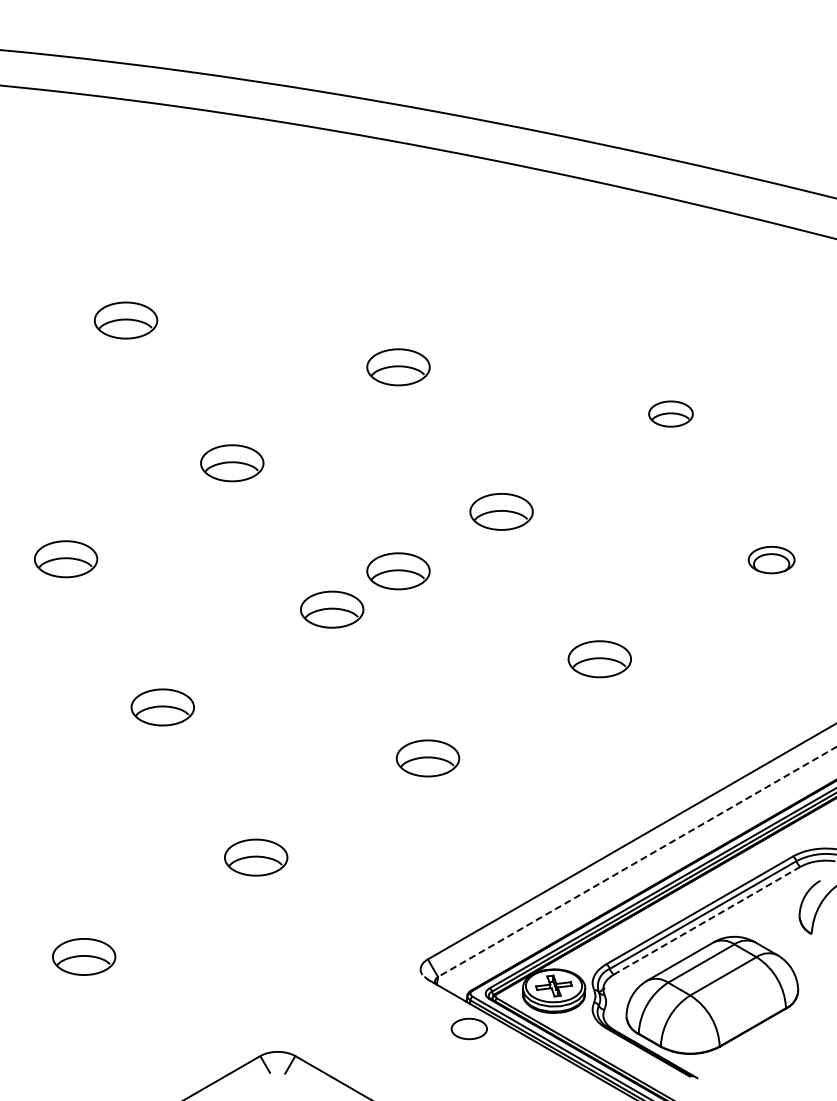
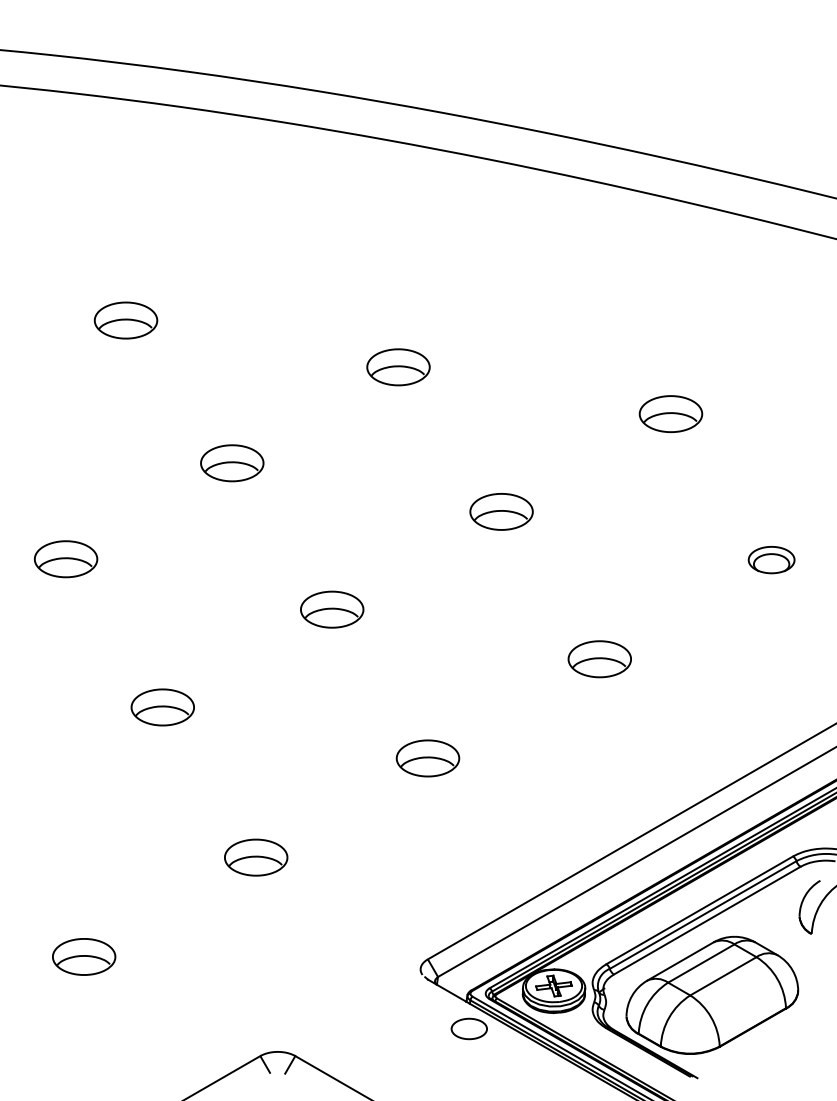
part at (670, 413) size: 46x28 px -> 66x38 px
part at (398, 571): present -> none
line at (637, 862): dashed -> solid
line at (707, 920): dashed -> solid
